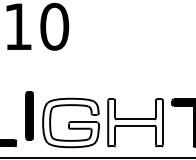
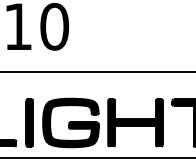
line at (97, 71): none -> present
part at (29, 115) position: (29, 115) -> (29, 122)
fill at (70, 122): none -> present
fill at (135, 122): none -> present
